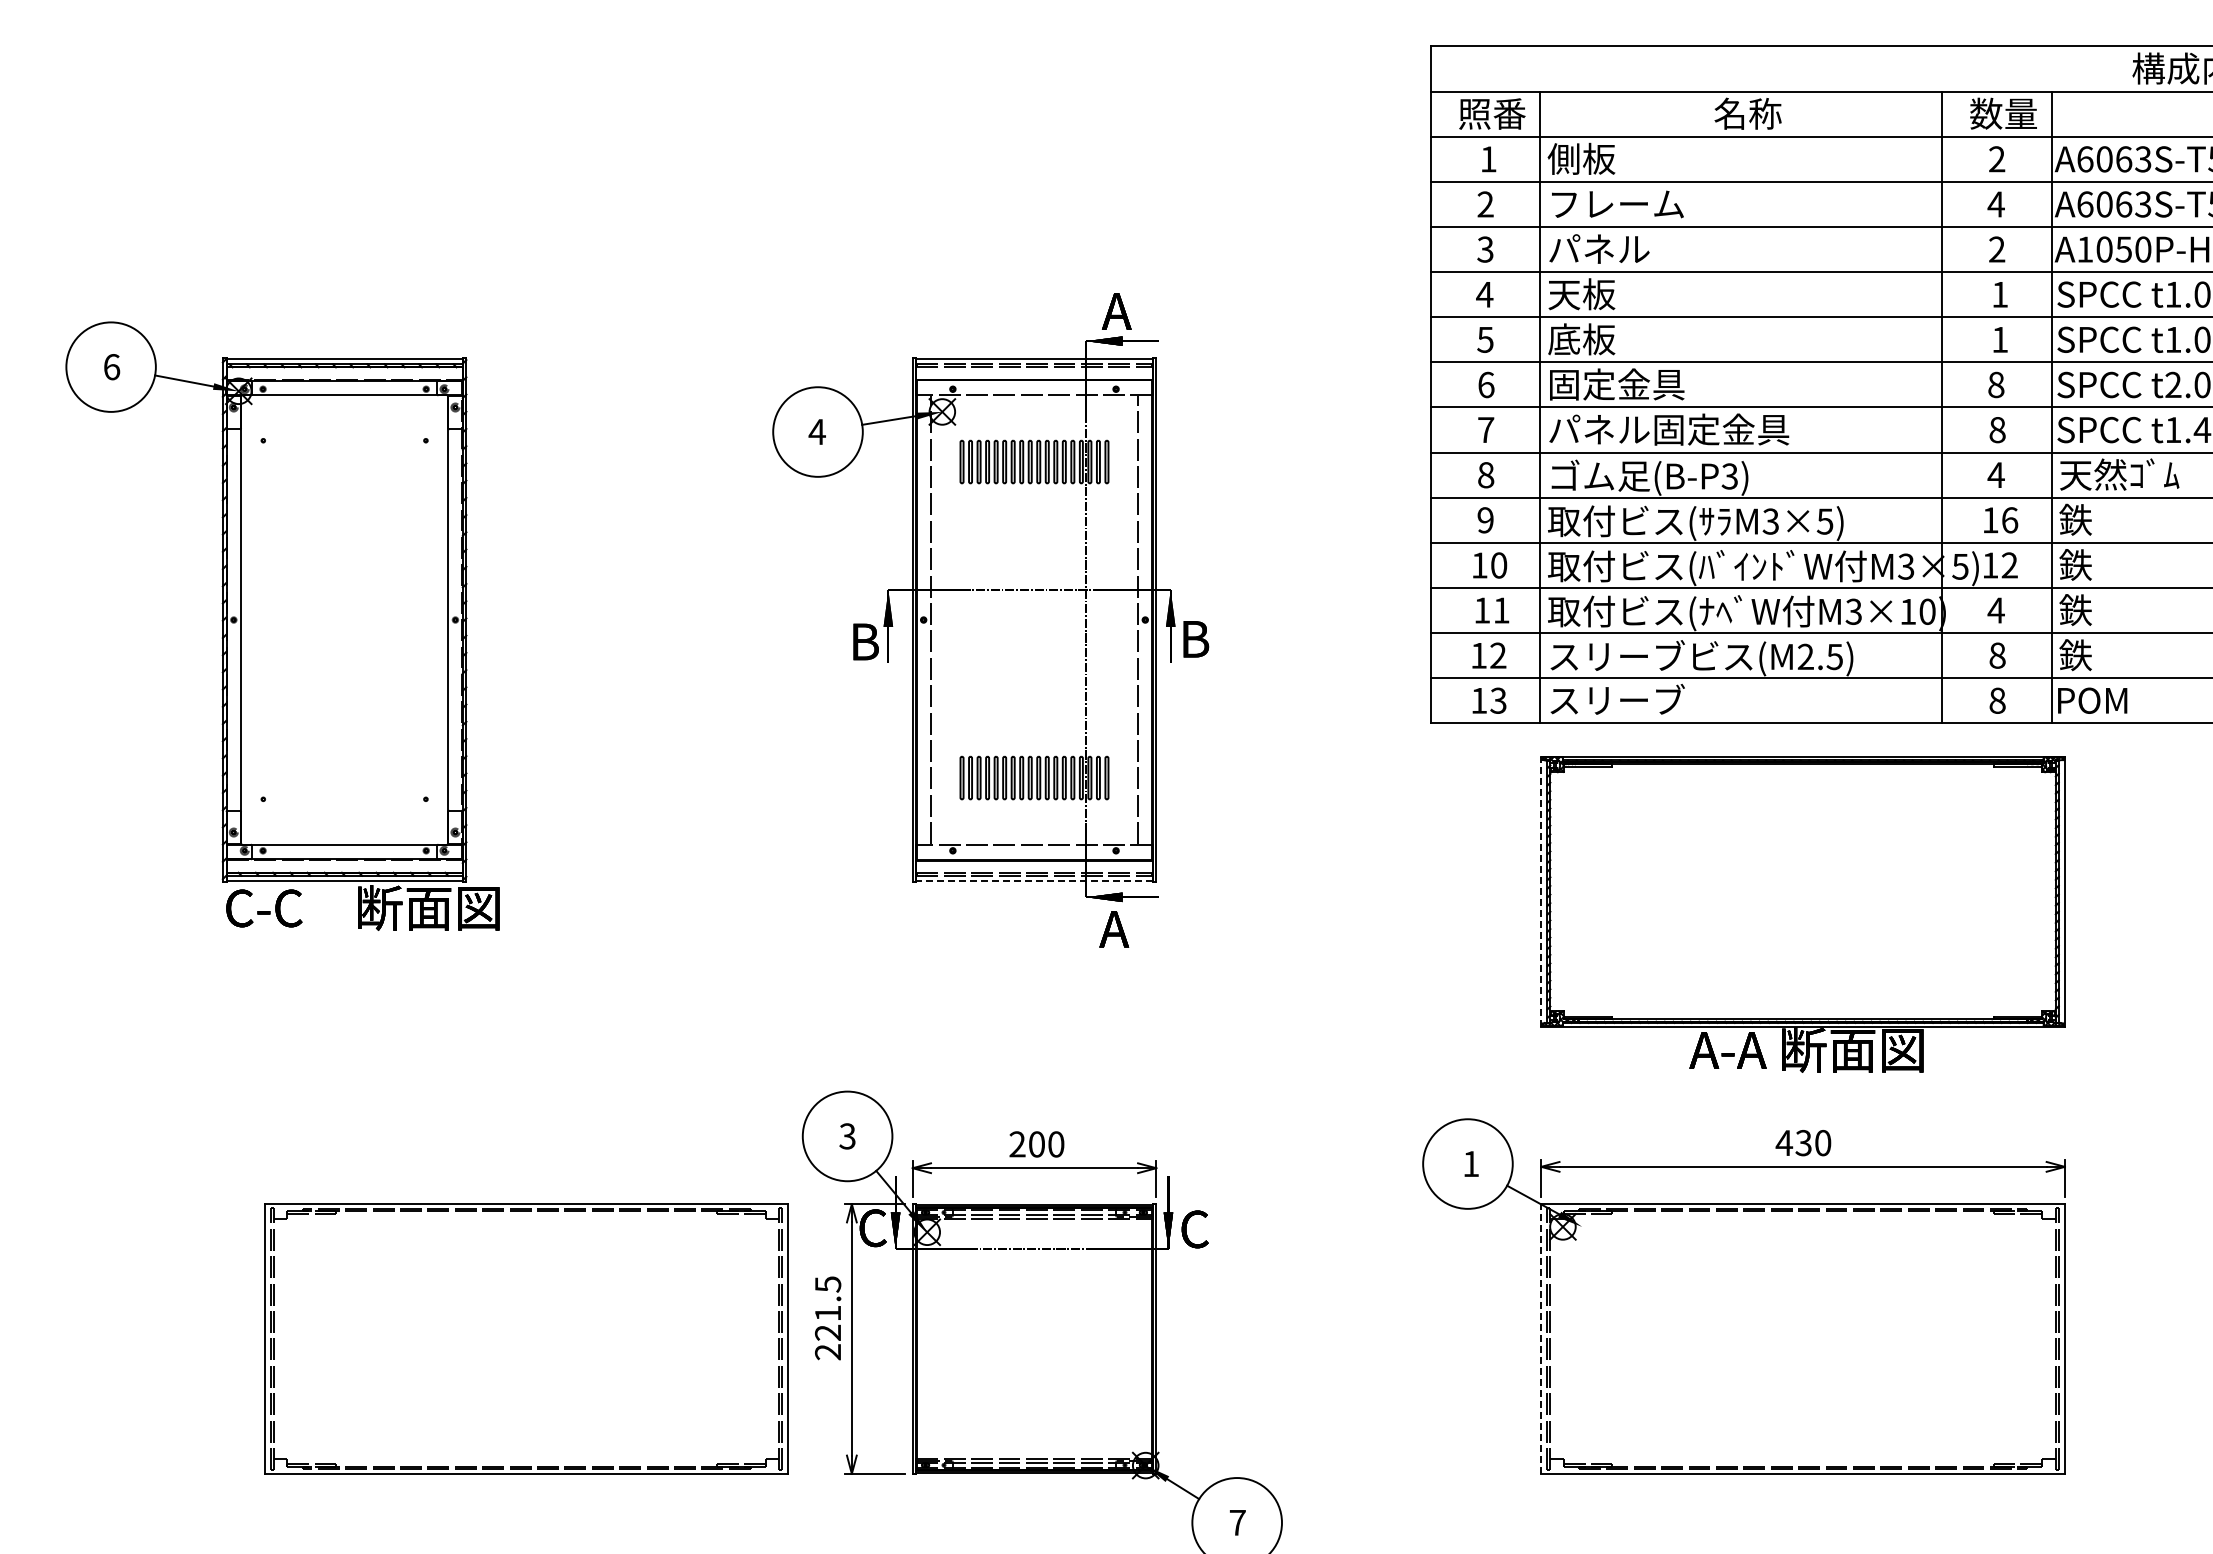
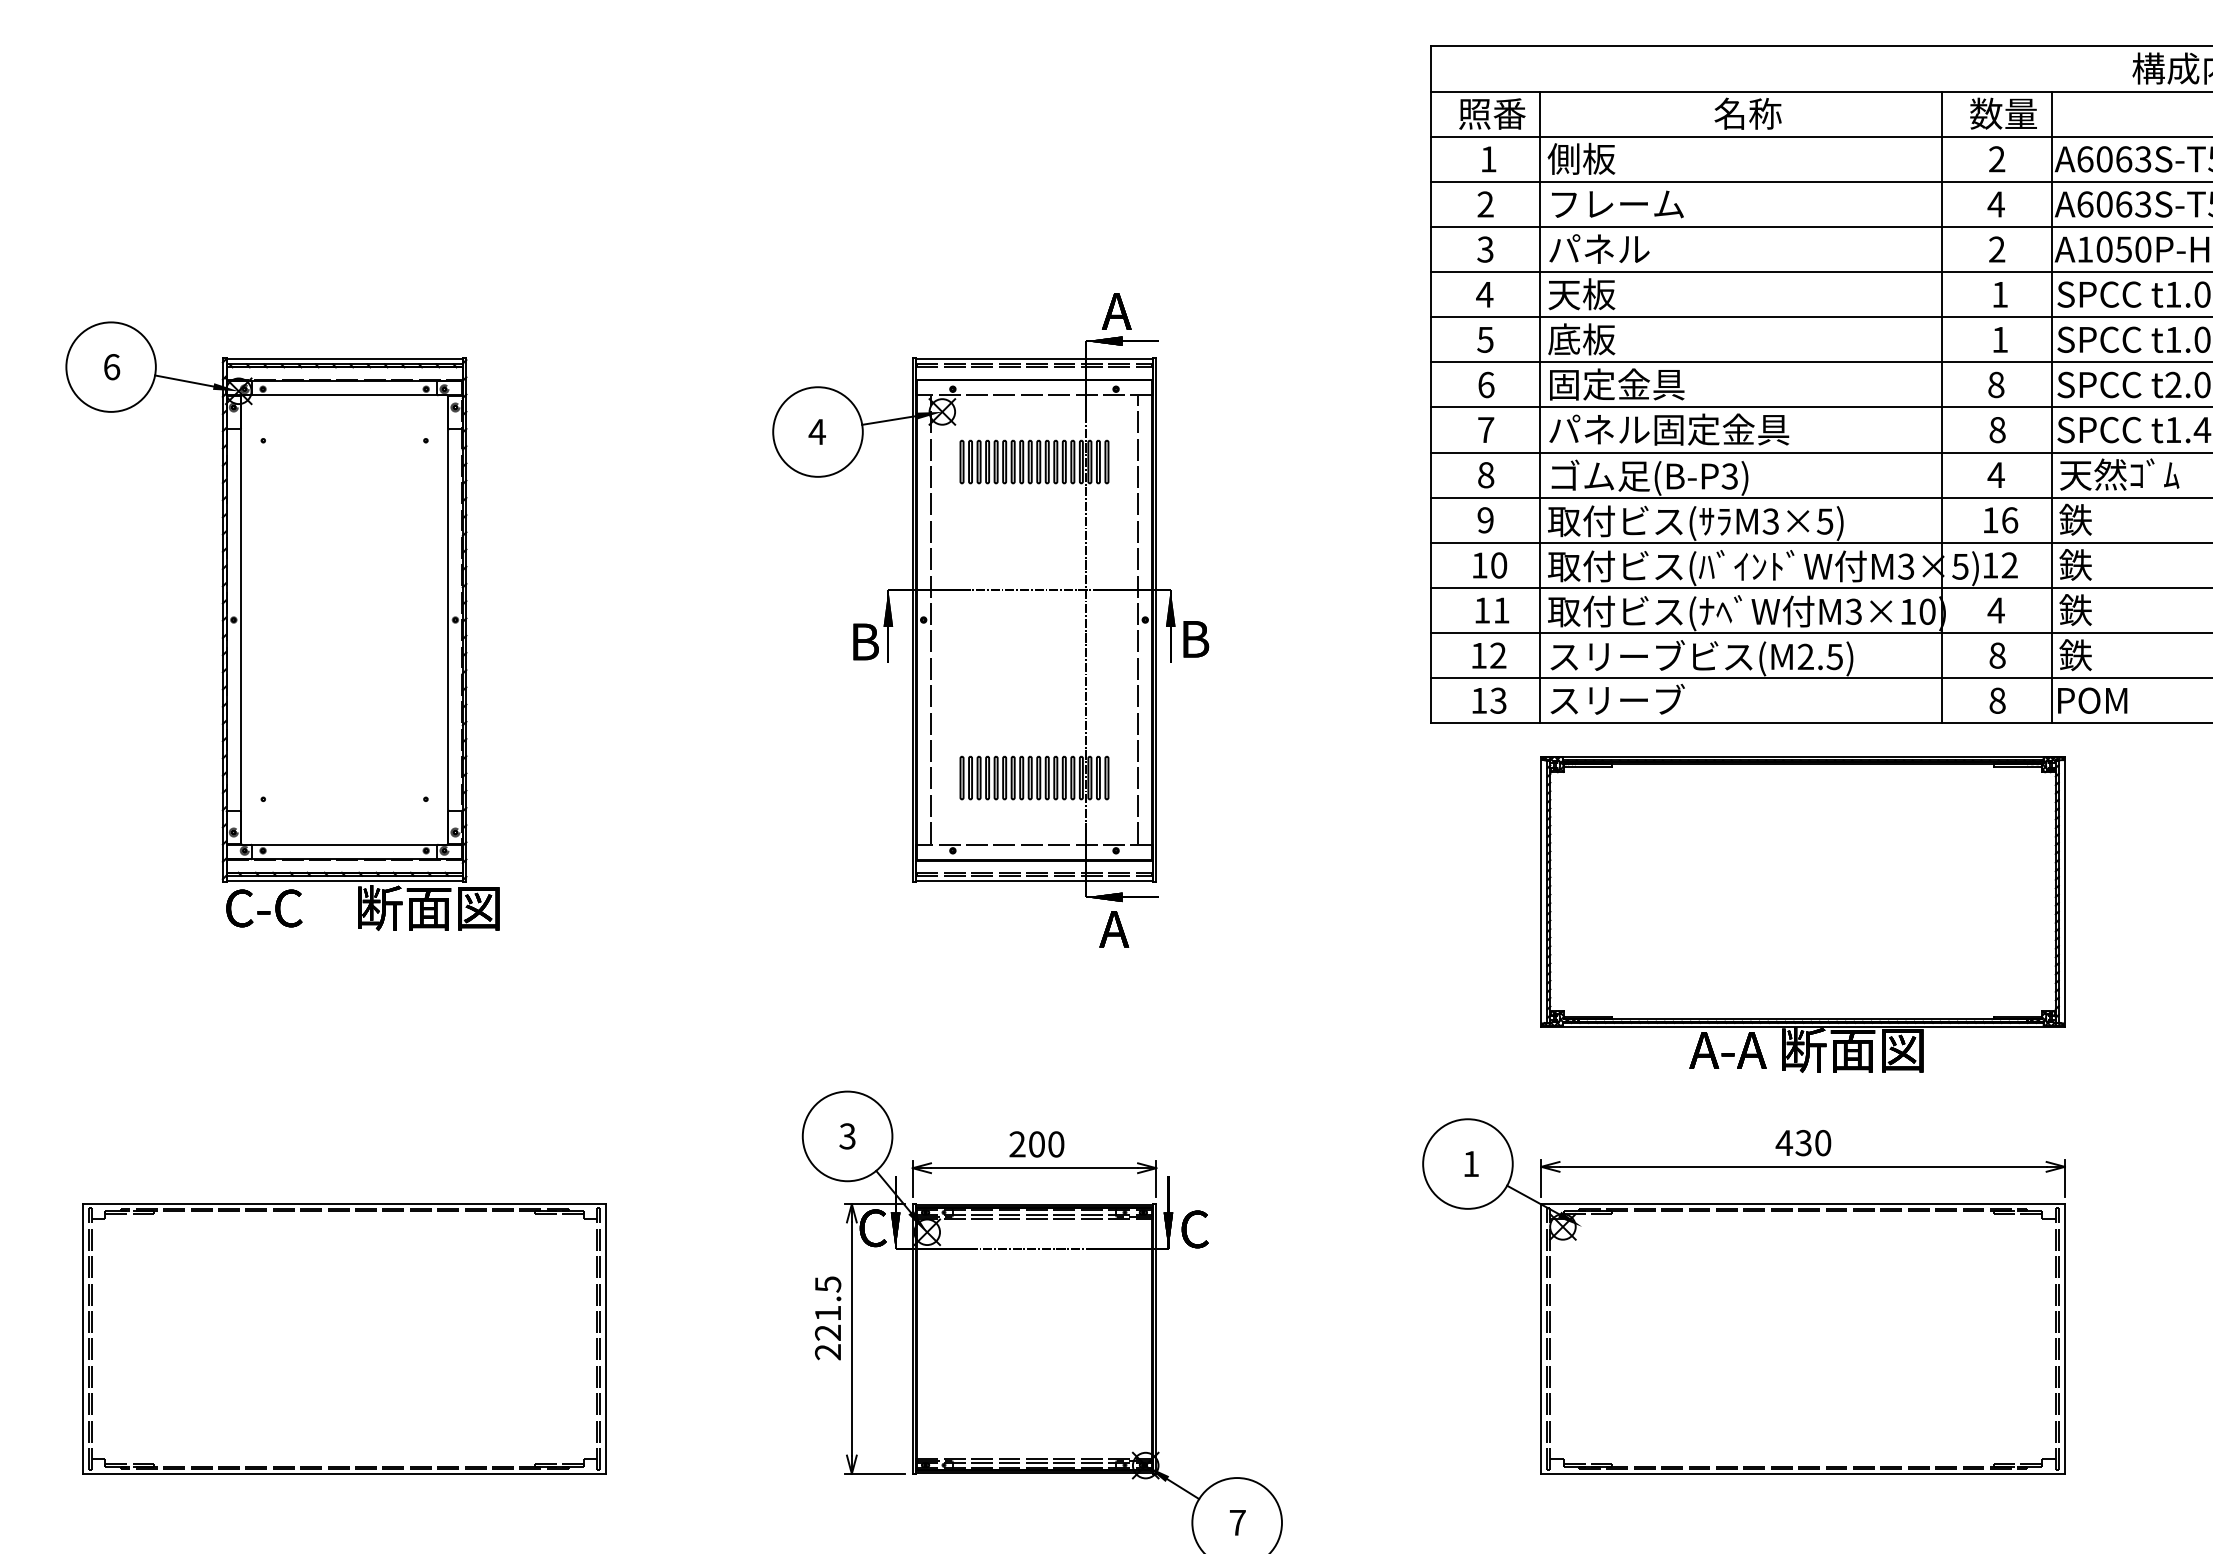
line at (1033, 881): dashed -> solid
line at (1541, 891): dashed -> solid
part at (526, 1338) position: (526, 1338) -> (344, 1338)
line at (1541, 1338): dashed -> solid
